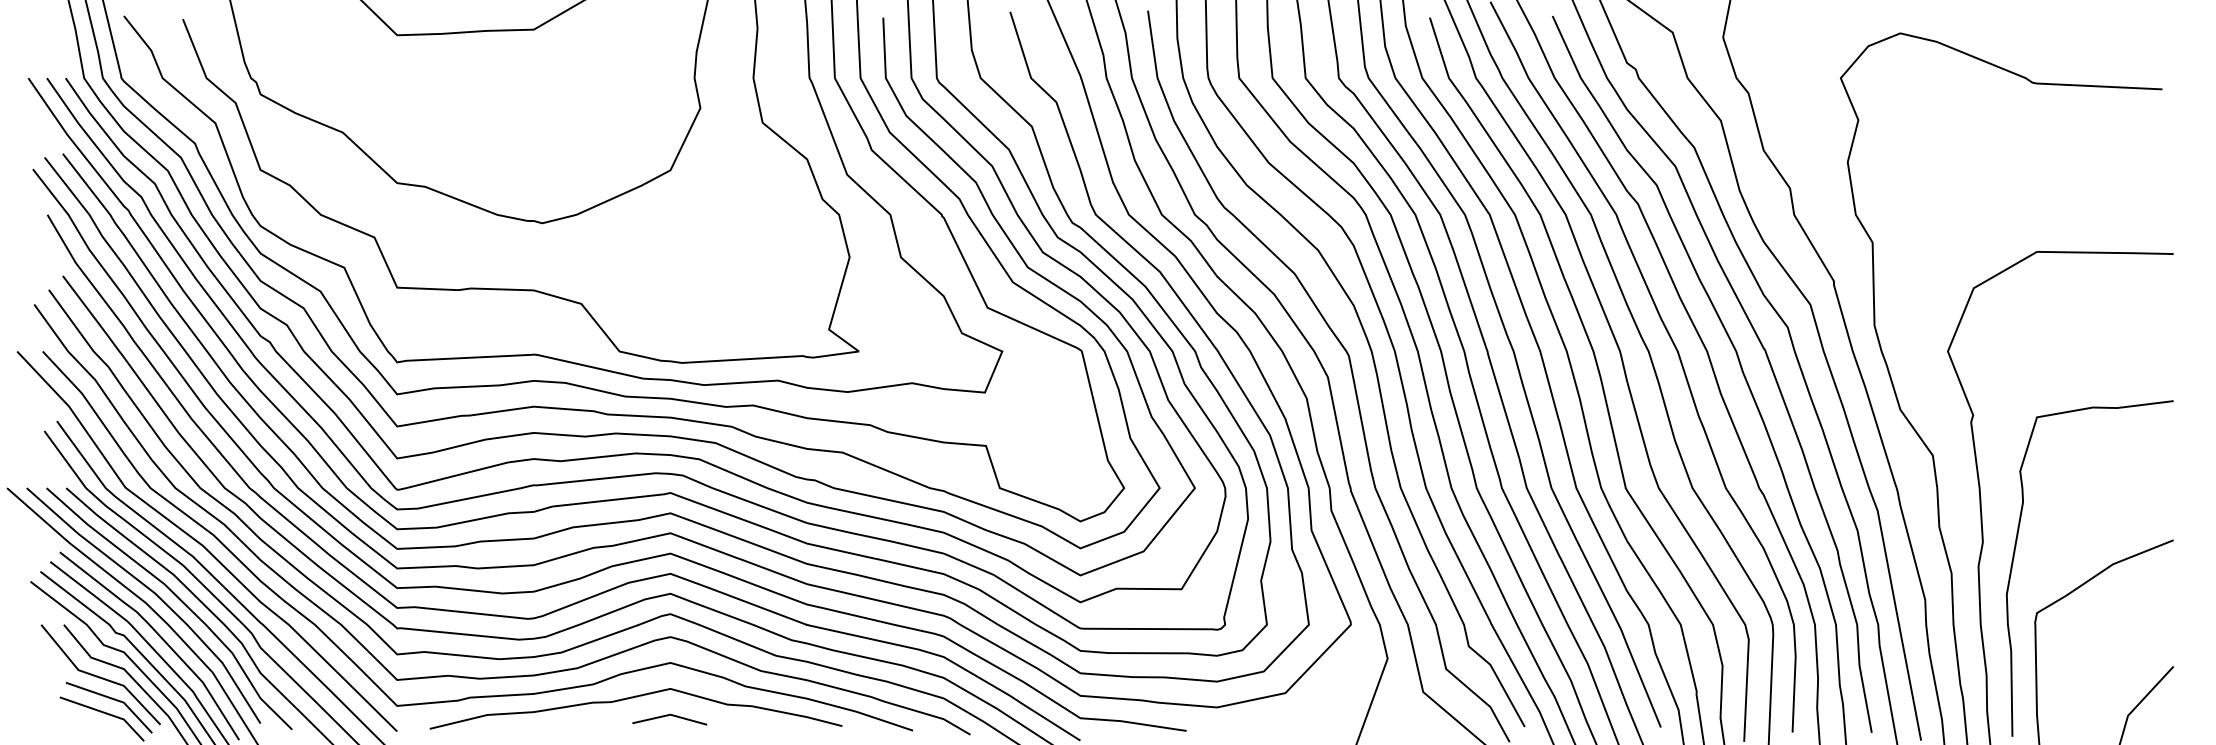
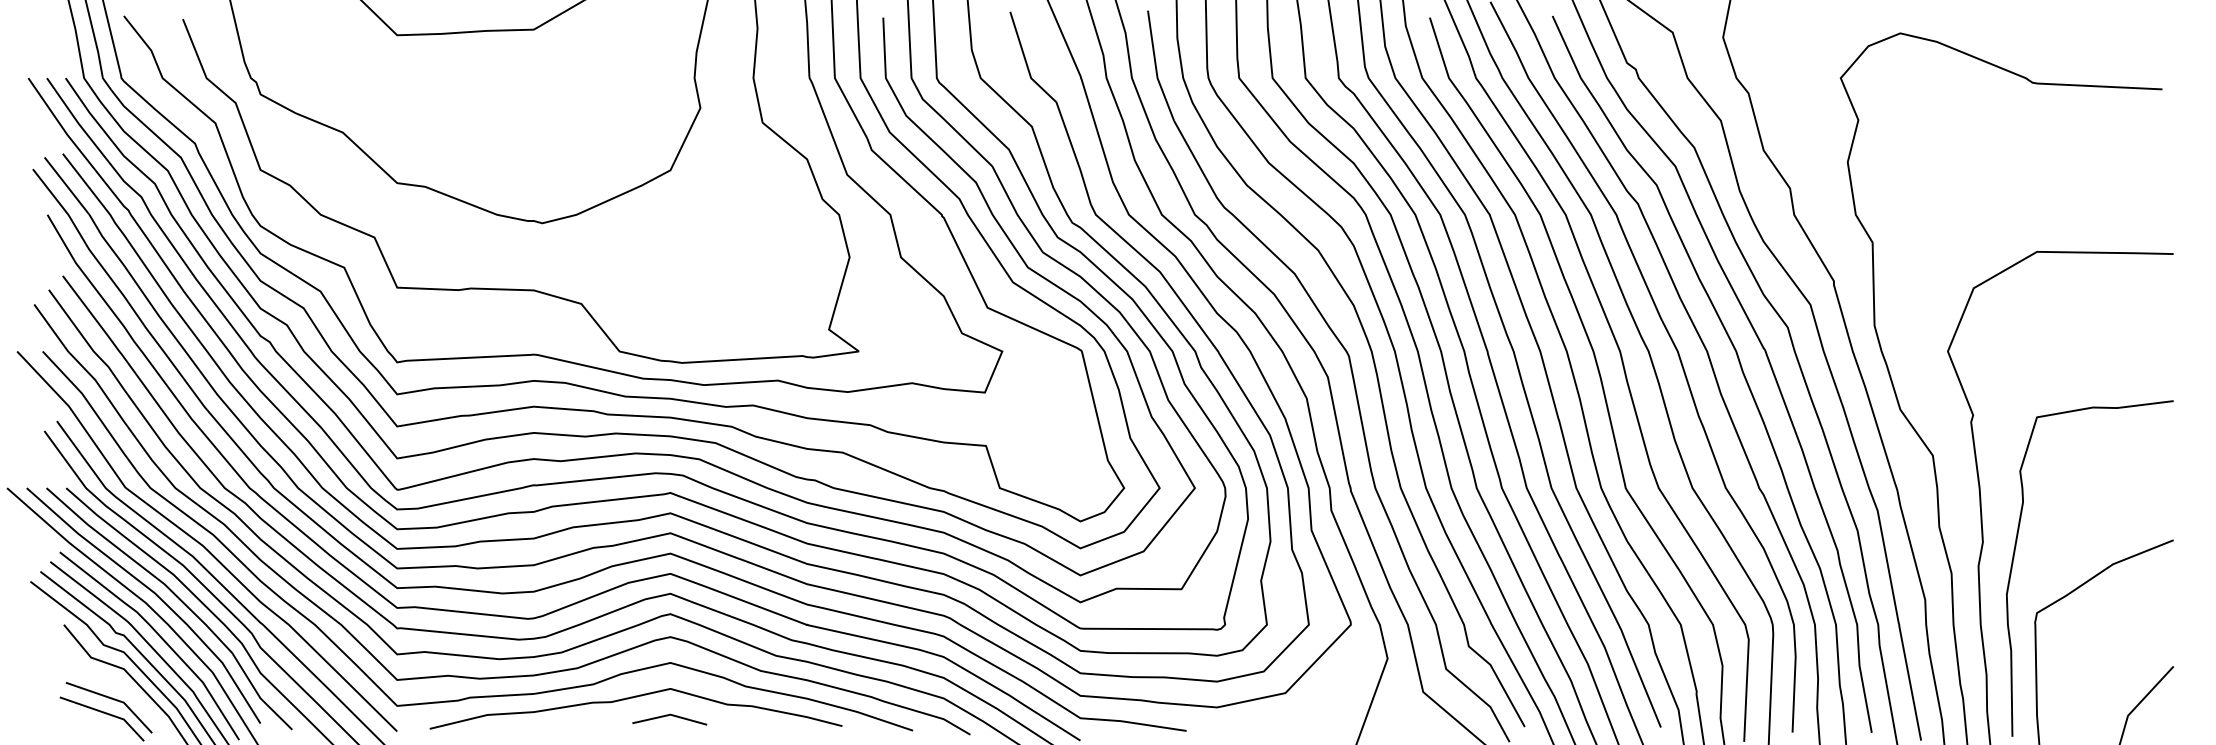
line at (100, 676): present -> none
